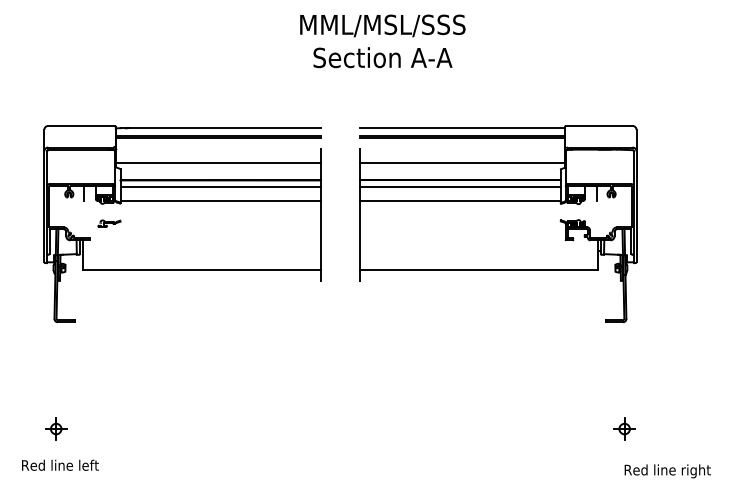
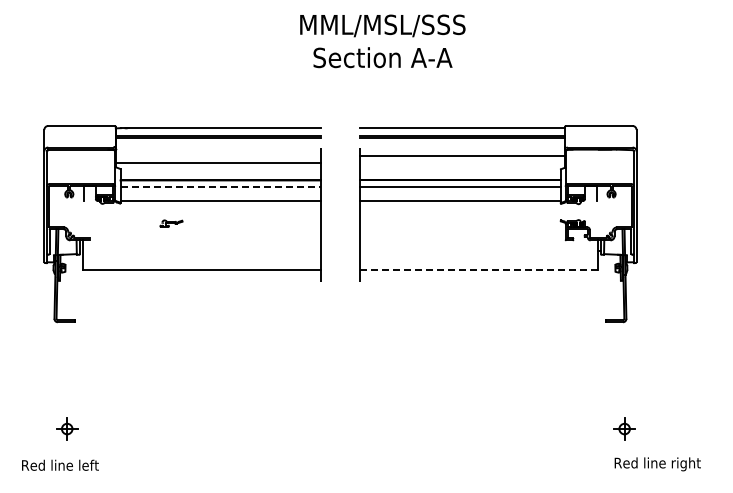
line at (462, 163) position: (462, 163) -> (462, 156)
line at (221, 186): solid -> dashed
part at (109, 223) position: (109, 223) -> (171, 223)
line at (478, 270): solid -> dashed
part at (56, 428) position: (56, 428) -> (67, 428)
text at (667, 471) position: (667, 471) -> (657, 464)
